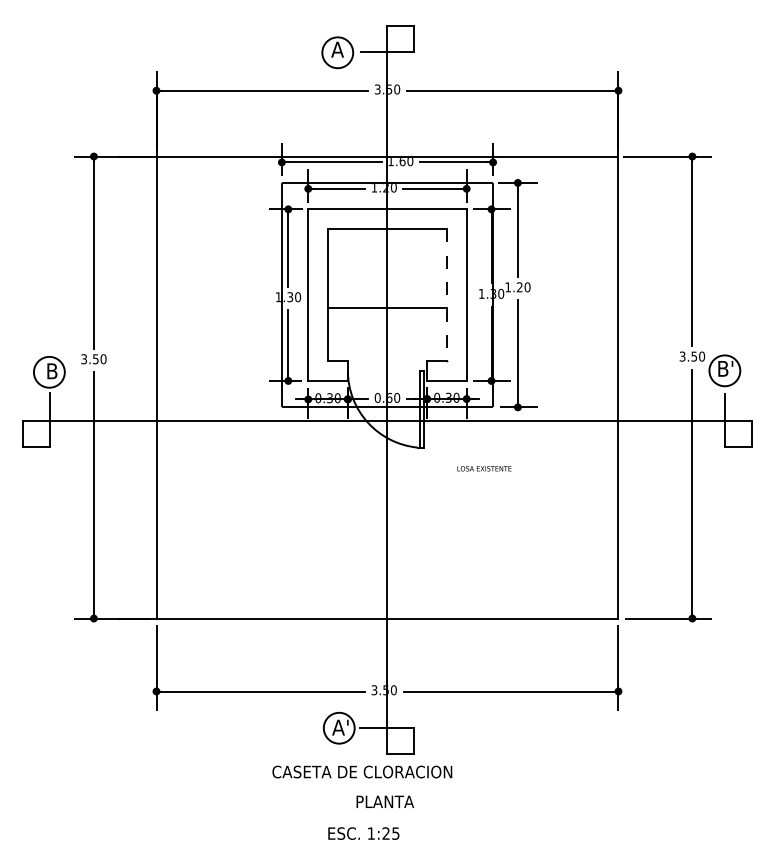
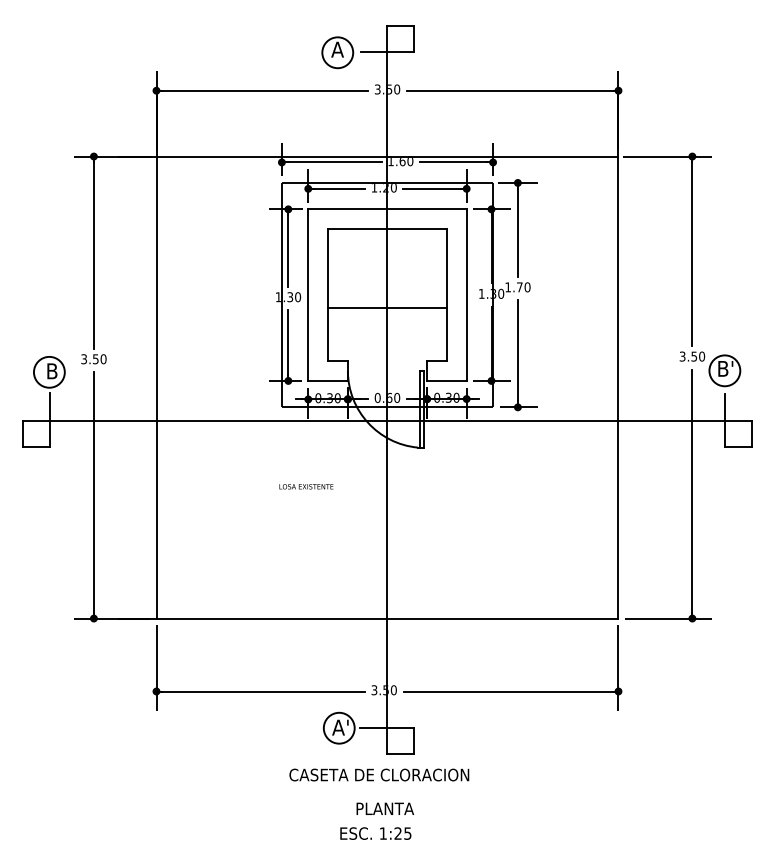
text at (519, 287): 1.20 -> 1.70
line at (446, 295): dashed -> solid
text at (484, 468) position: (484, 468) -> (306, 486)
text at (362, 771) position: (362, 771) -> (379, 774)
text at (384, 801) position: (384, 801) -> (384, 808)
text at (363, 833) position: (363, 833) -> (375, 833)
